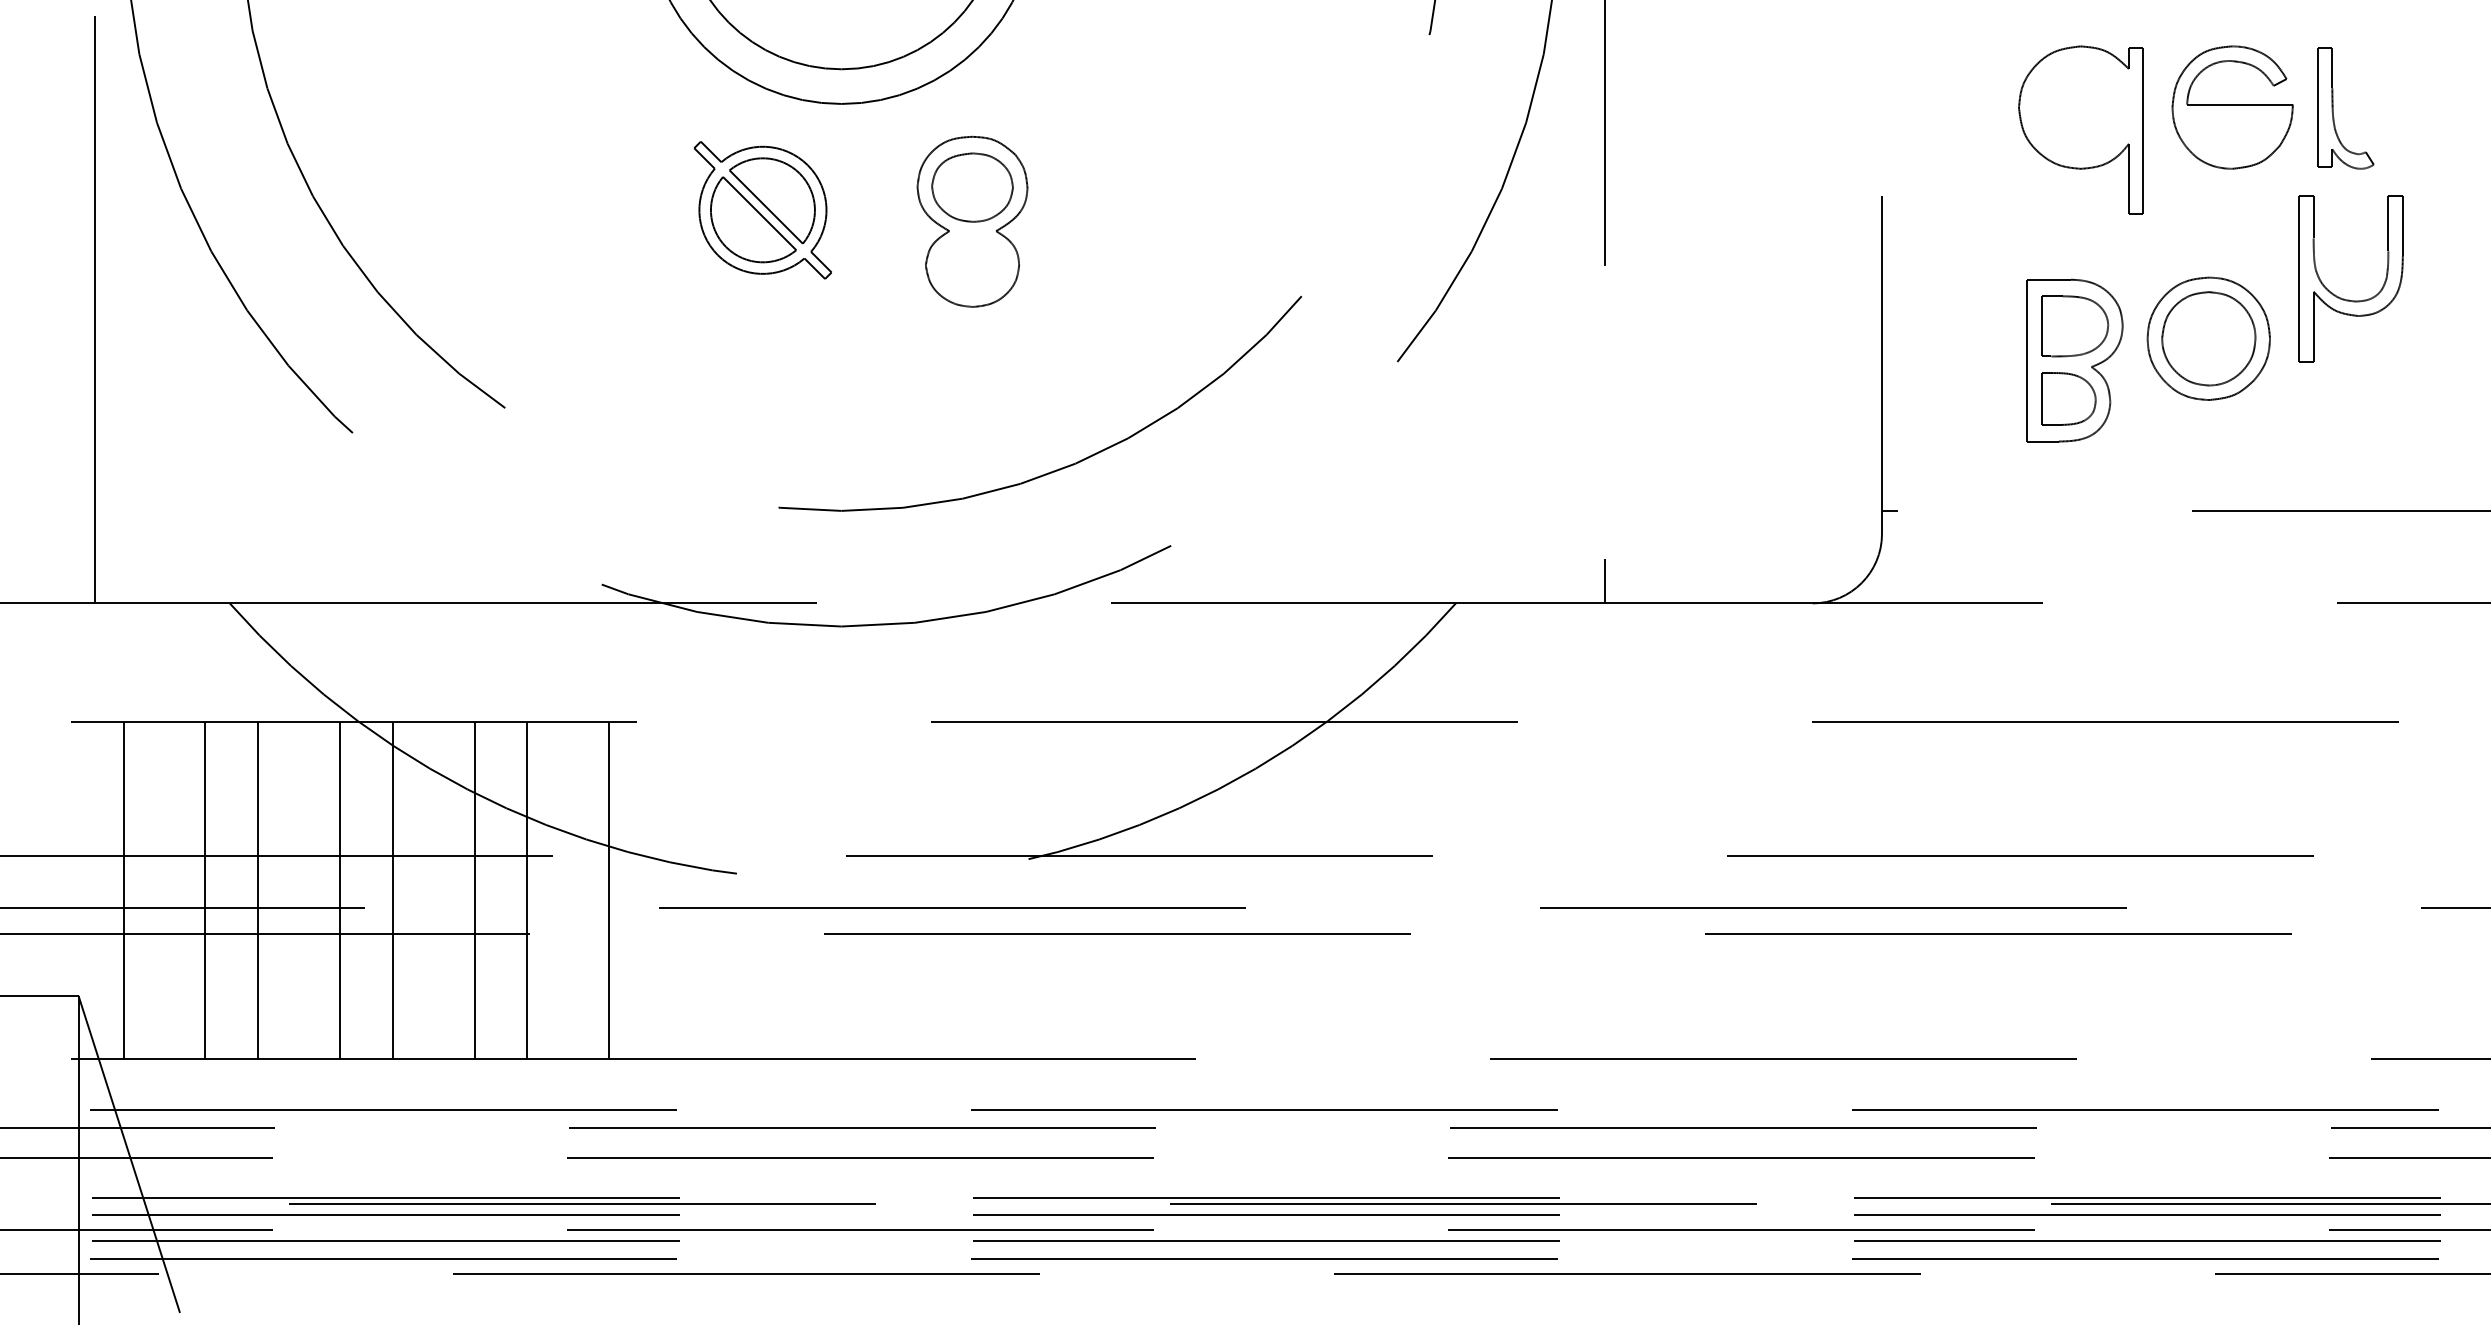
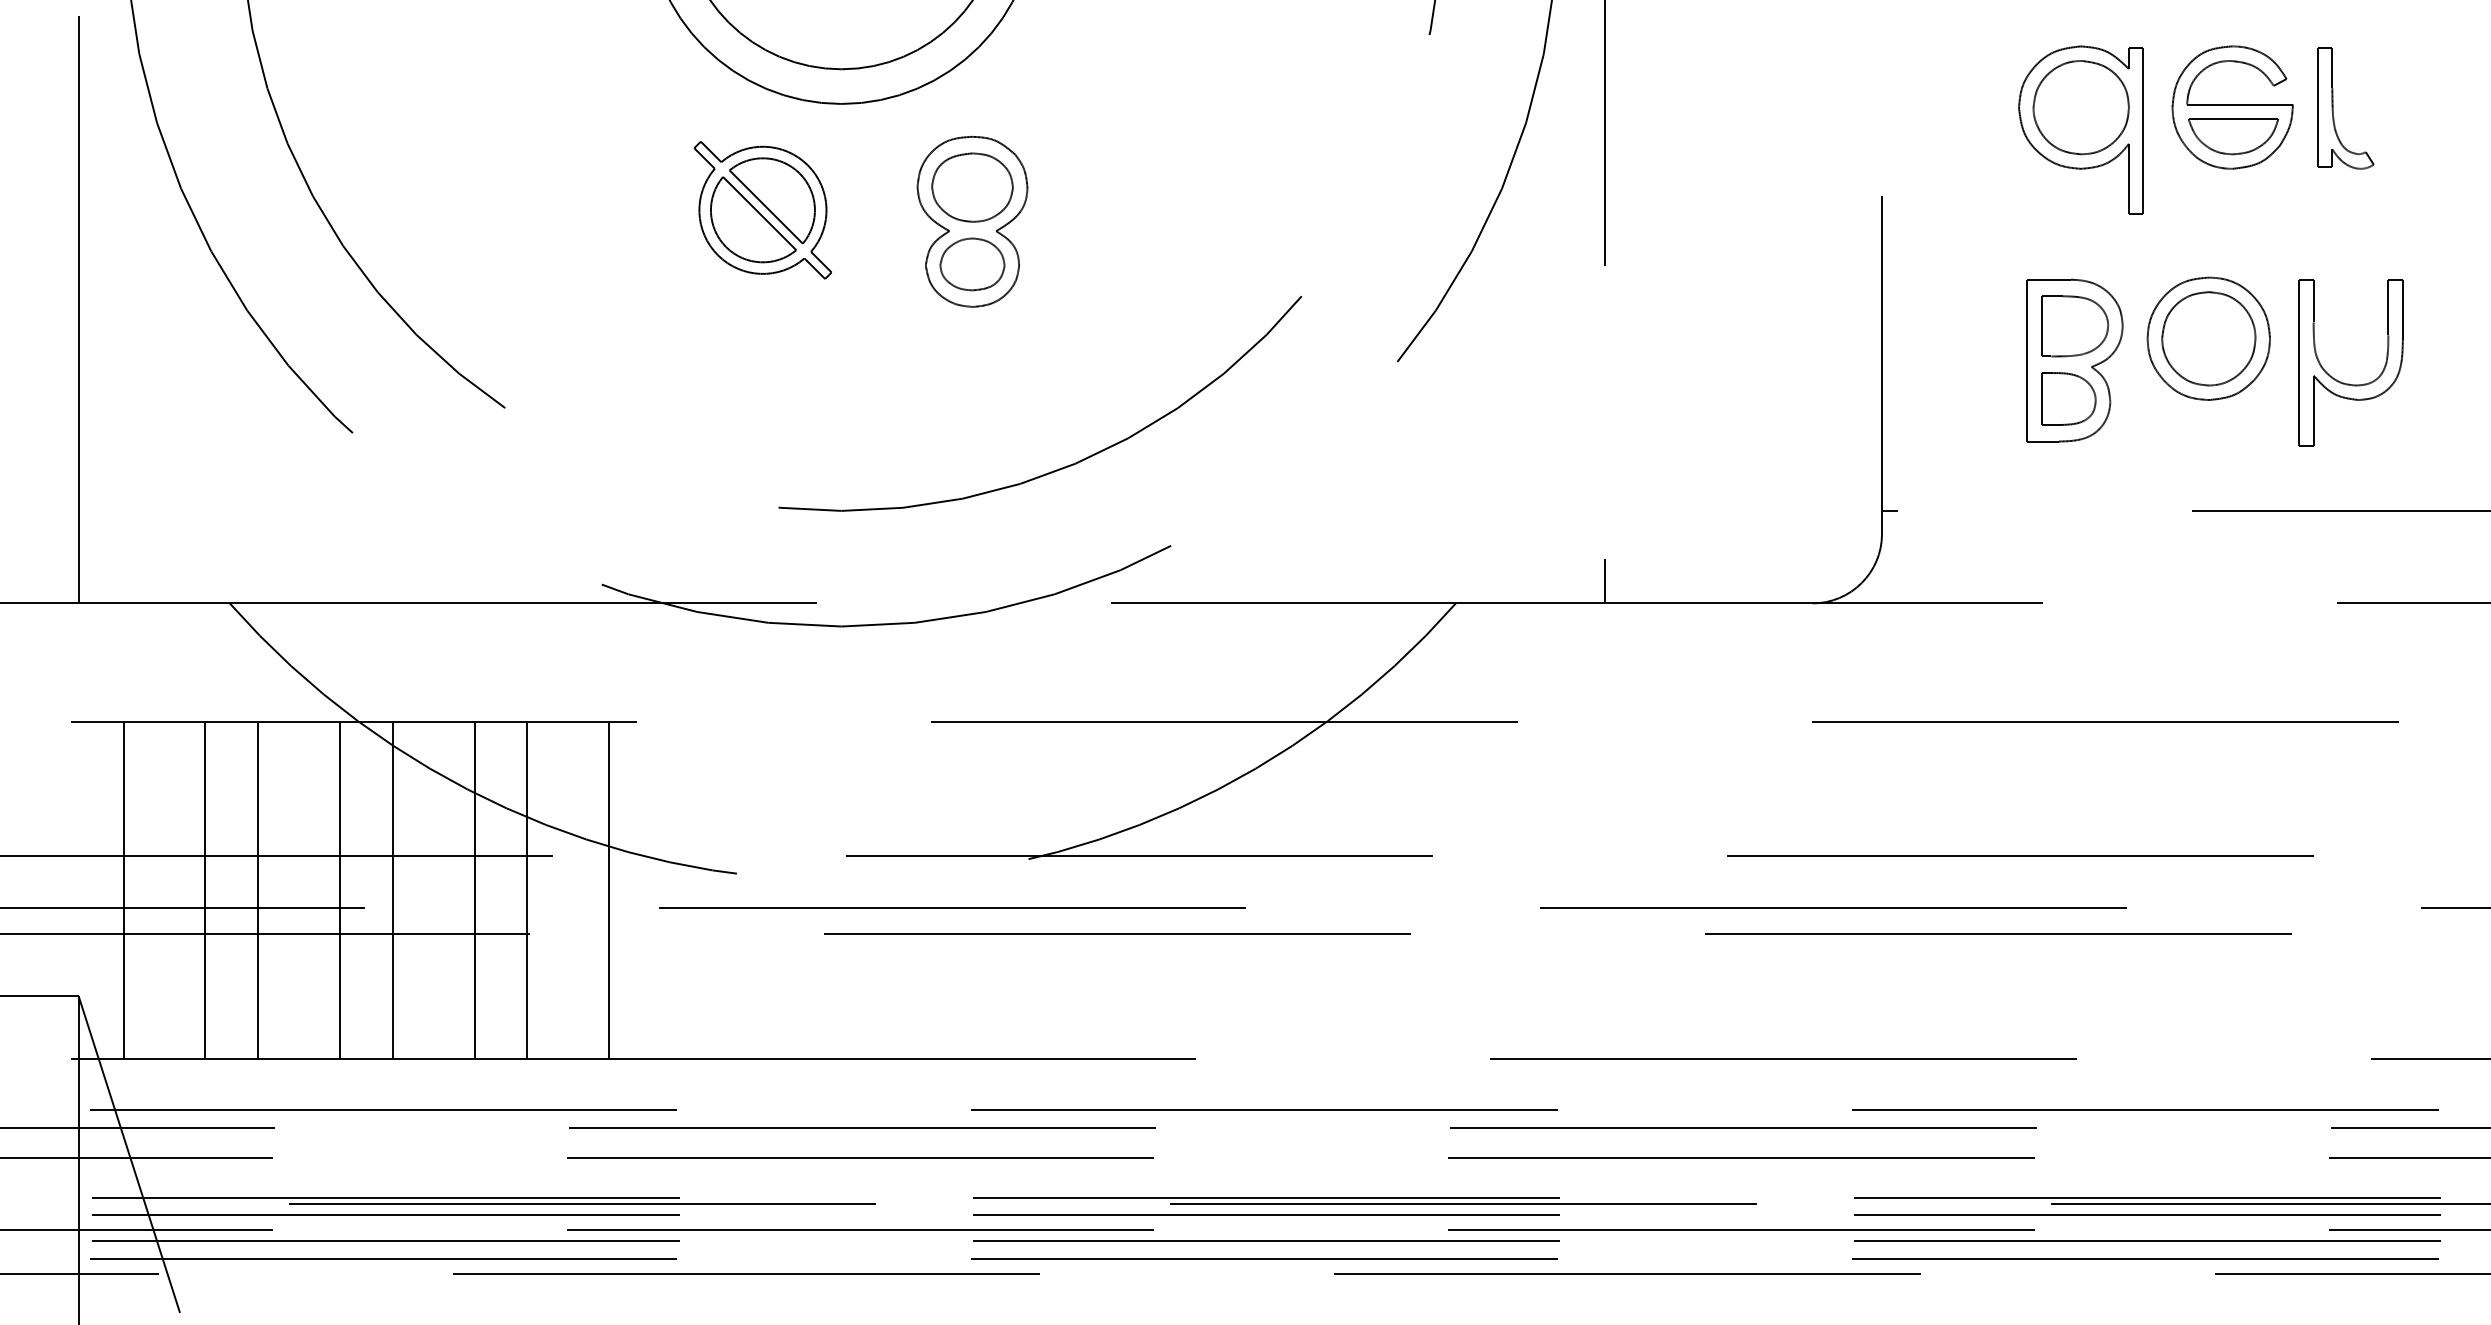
part at (2080, 107): none -> present
part at (2233, 136): none -> present
part at (972, 264): none -> present
part at (2344, 298) position: (2344, 298) -> (2344, 382)
line at (94, 302) position: (94, 302) -> (78, 302)
